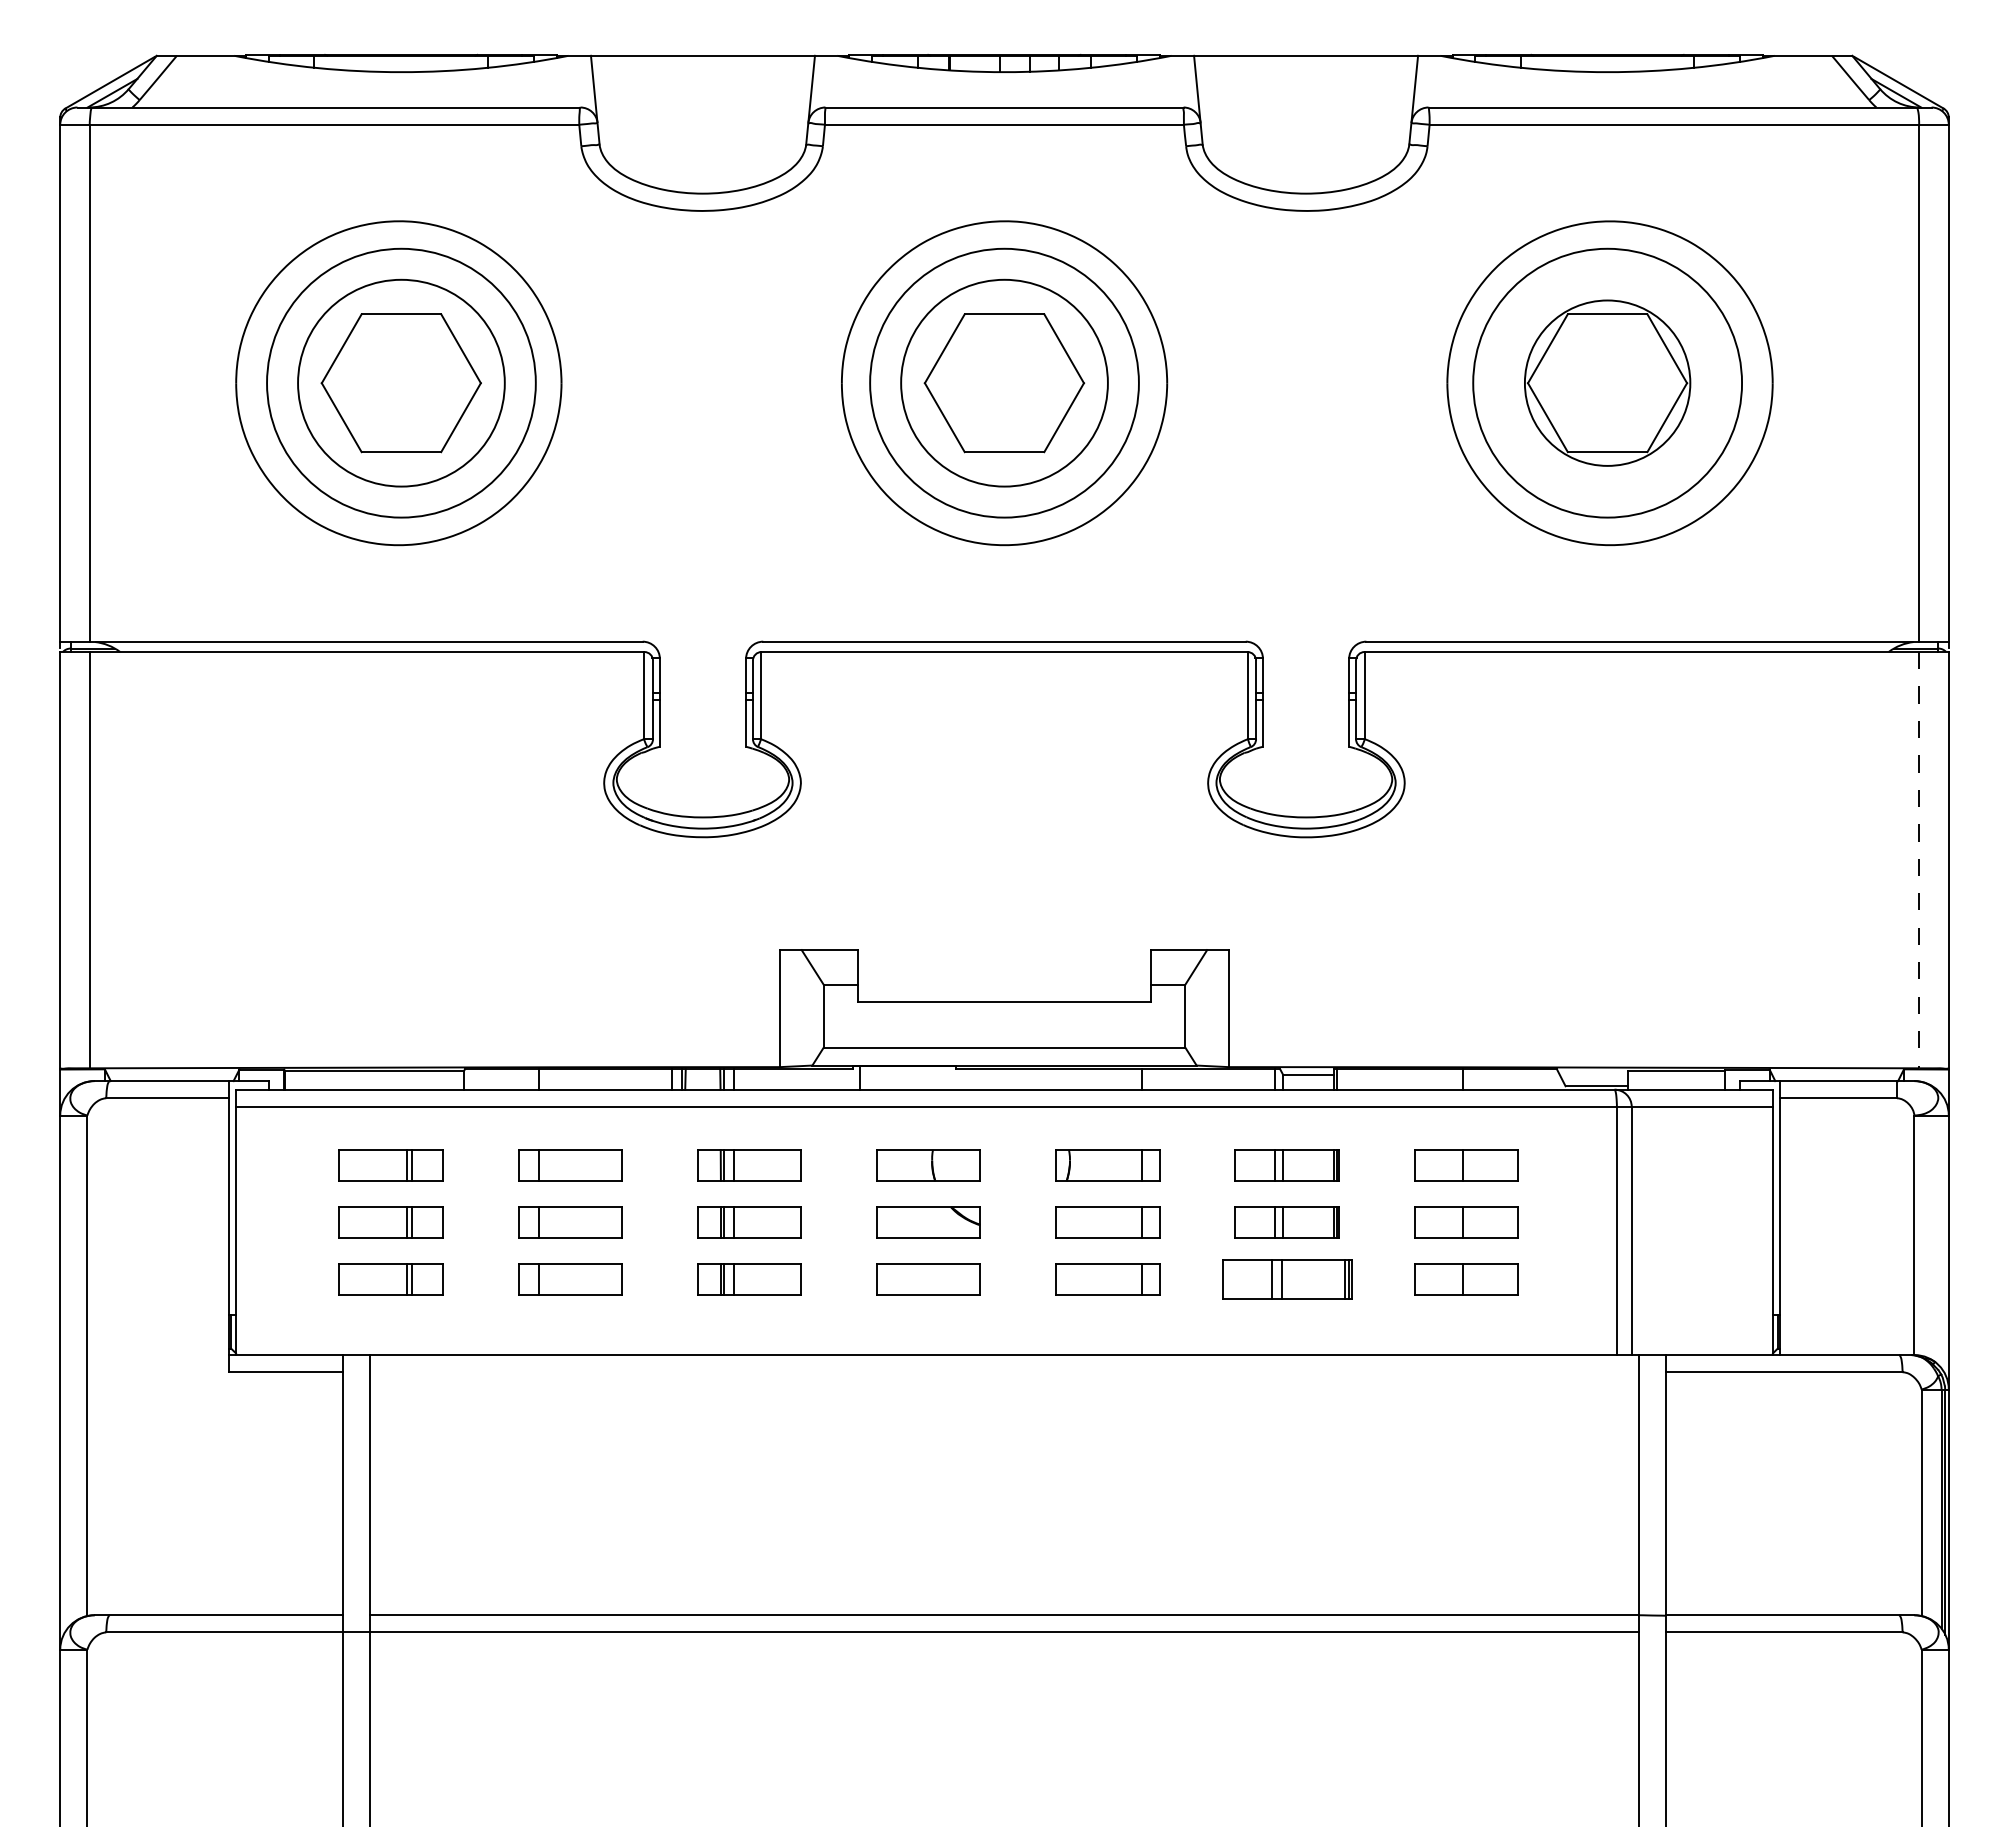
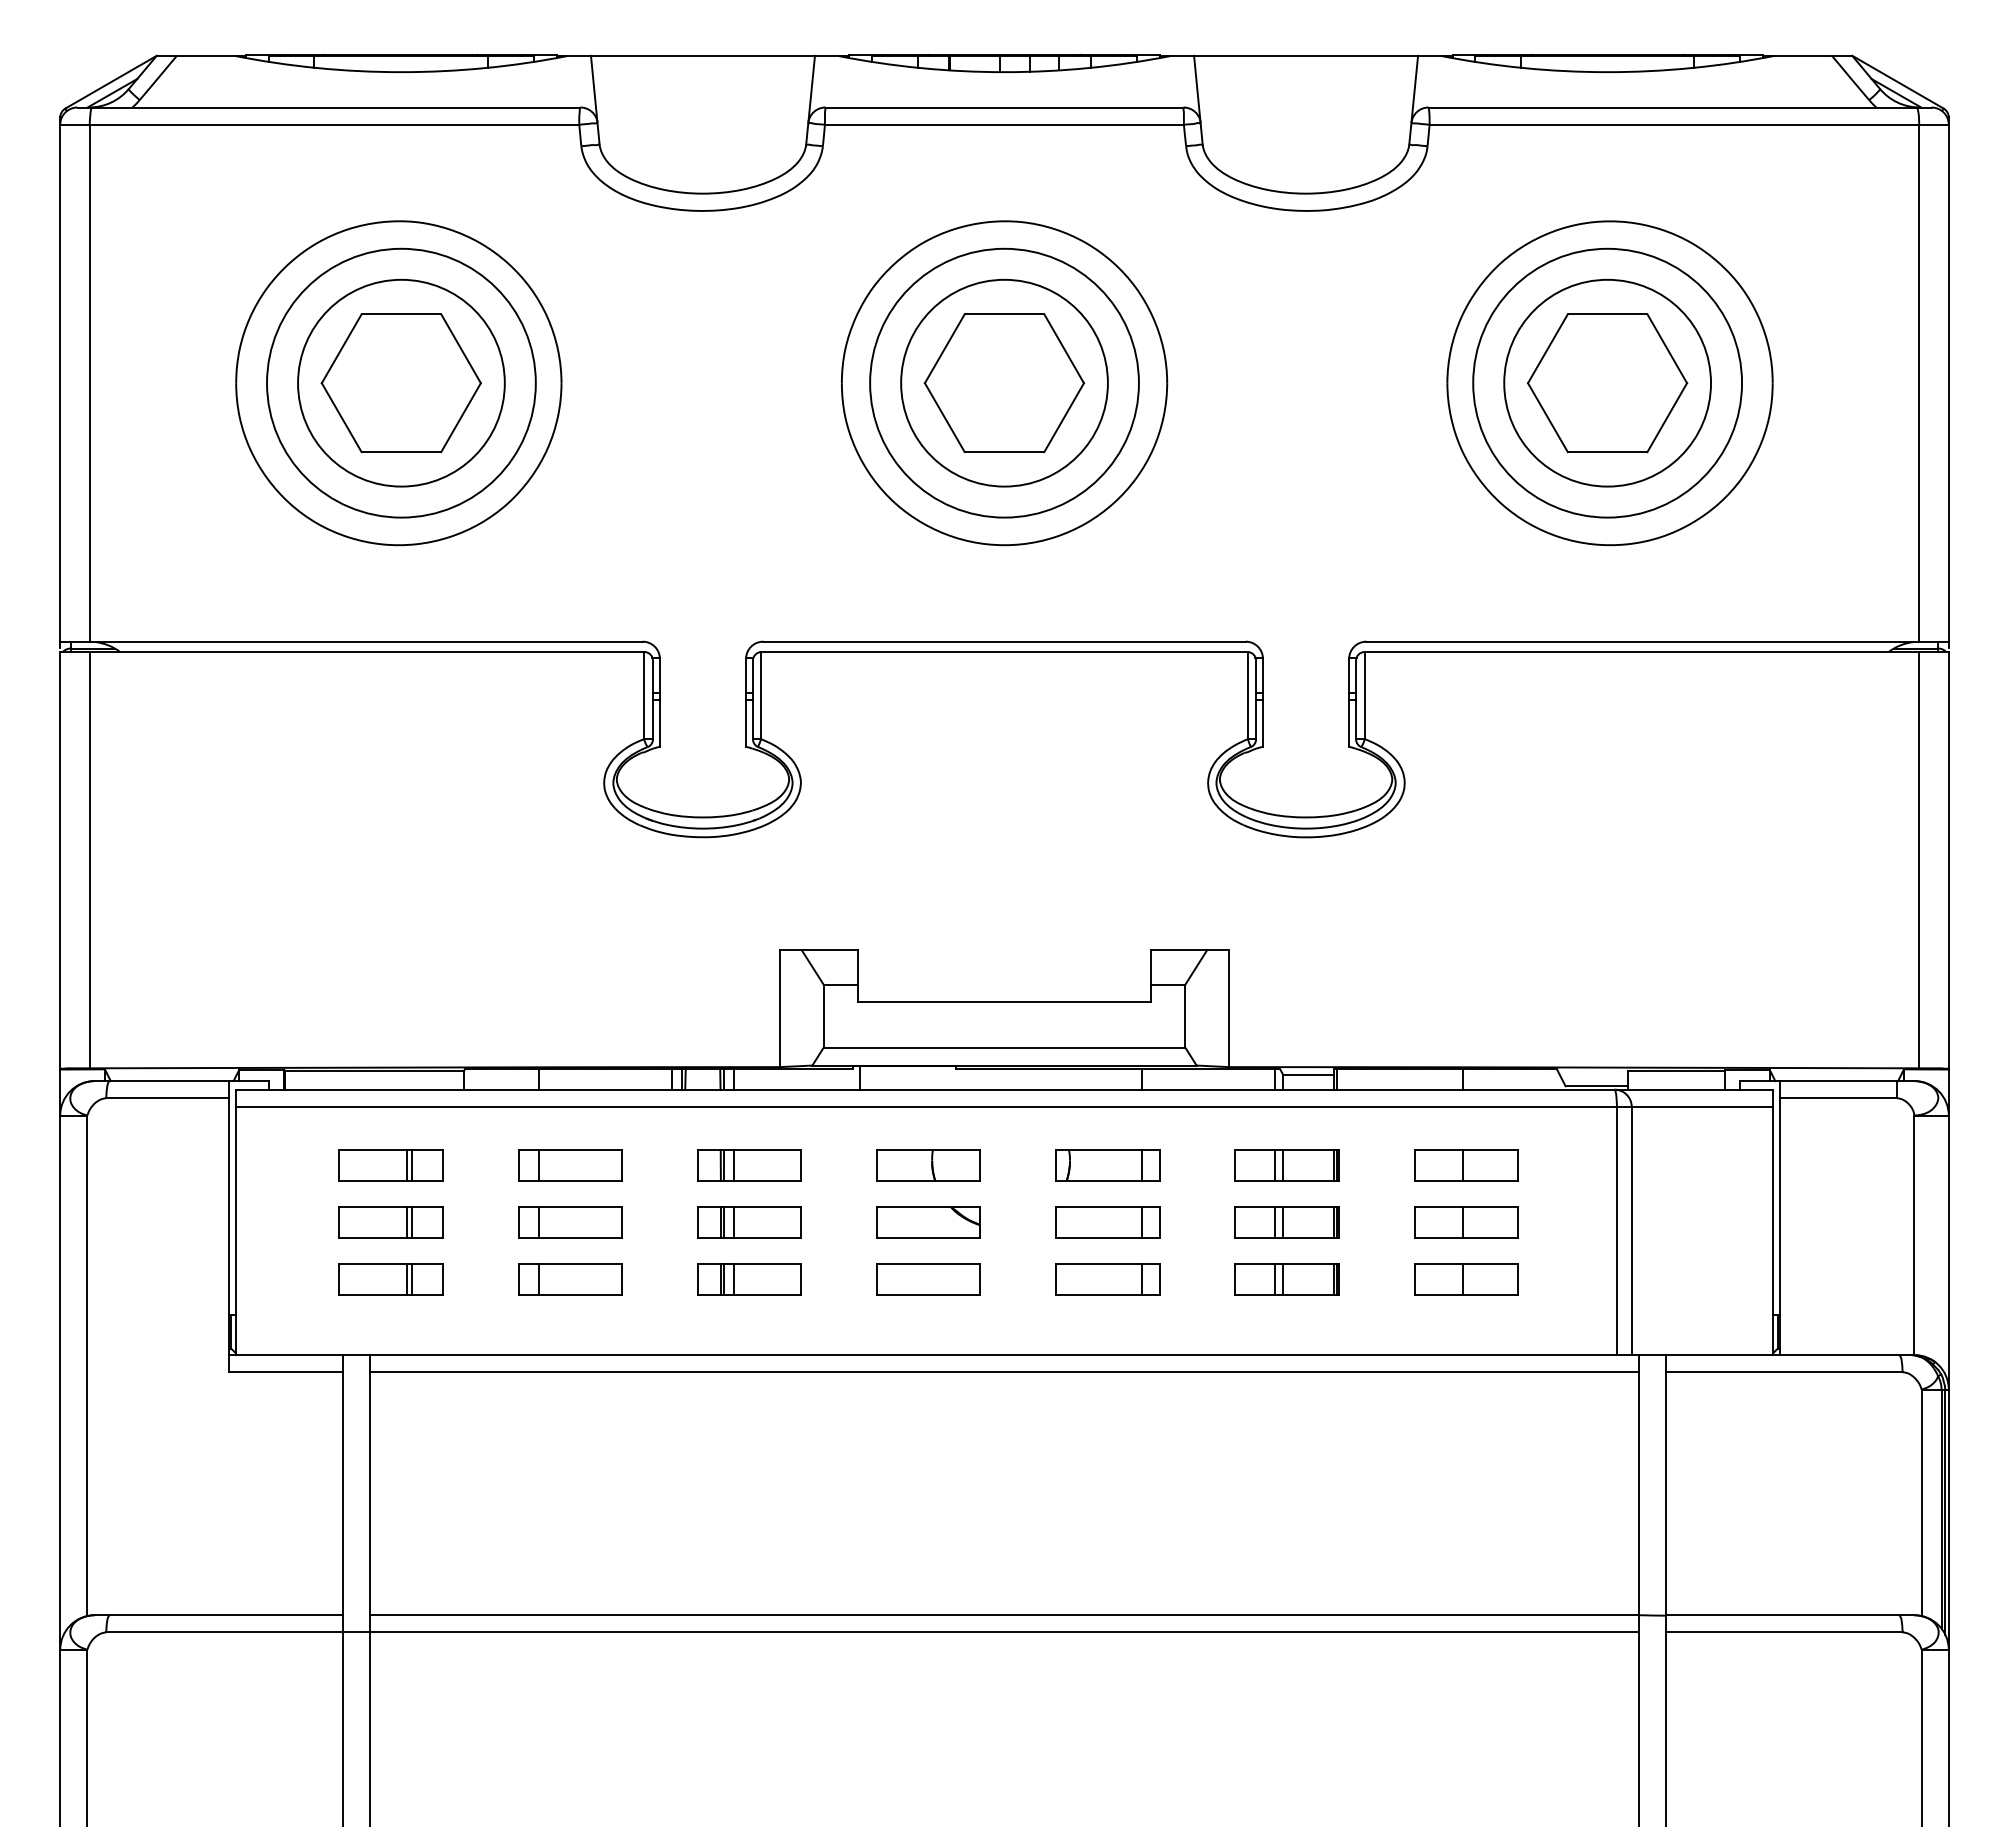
circle at (1607, 382) diameter: 165 px -> 207 px
line at (1919, 860): dashed -> solid
part at (1287, 1279) size: 131x41 px -> 106x33 px
line at (1004, 1372): none -> present
